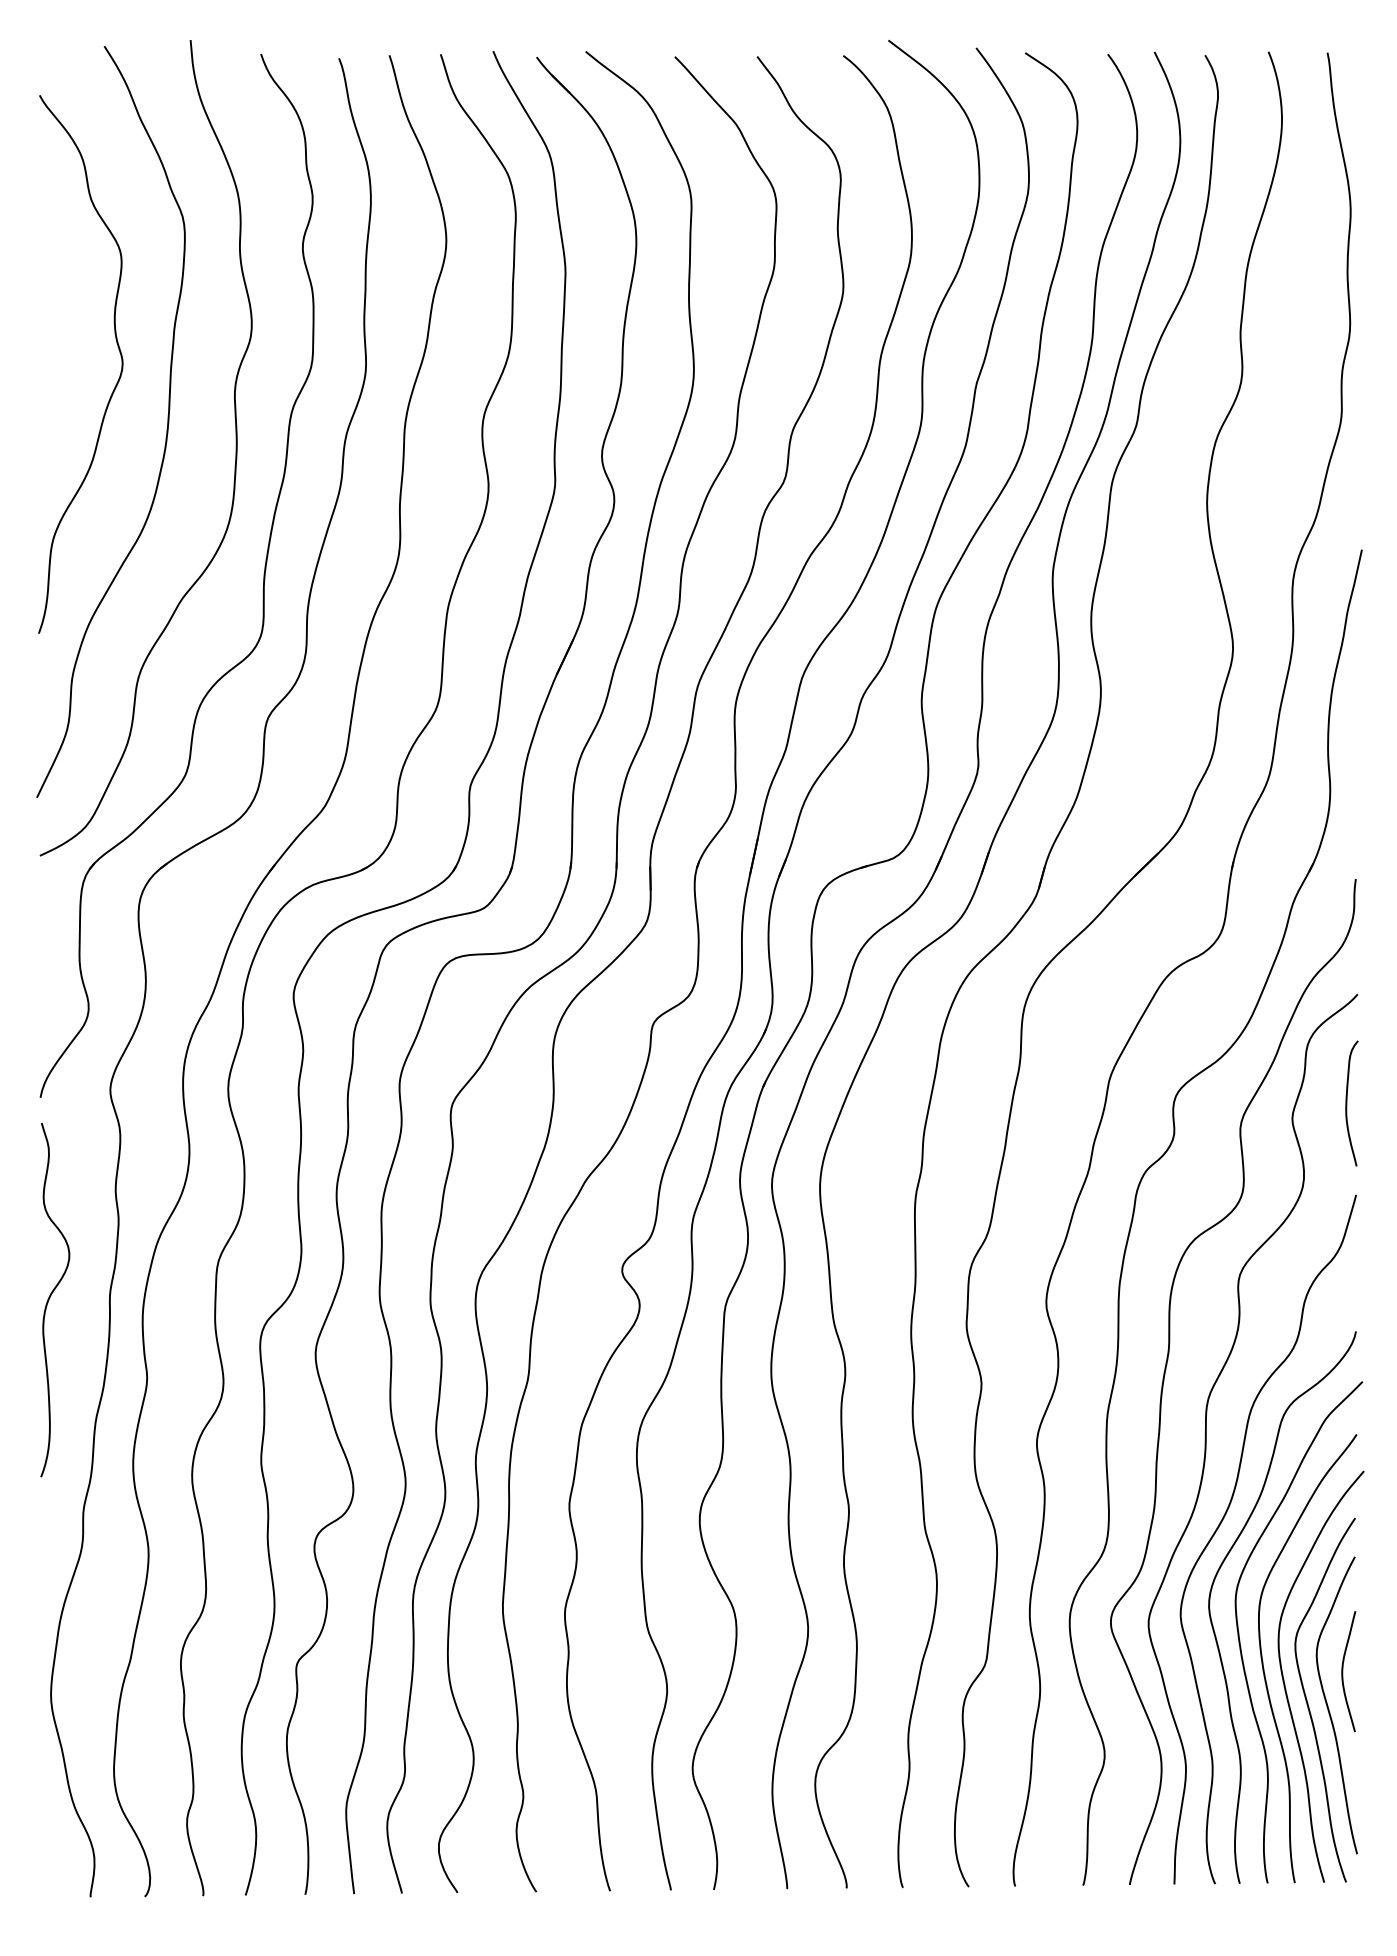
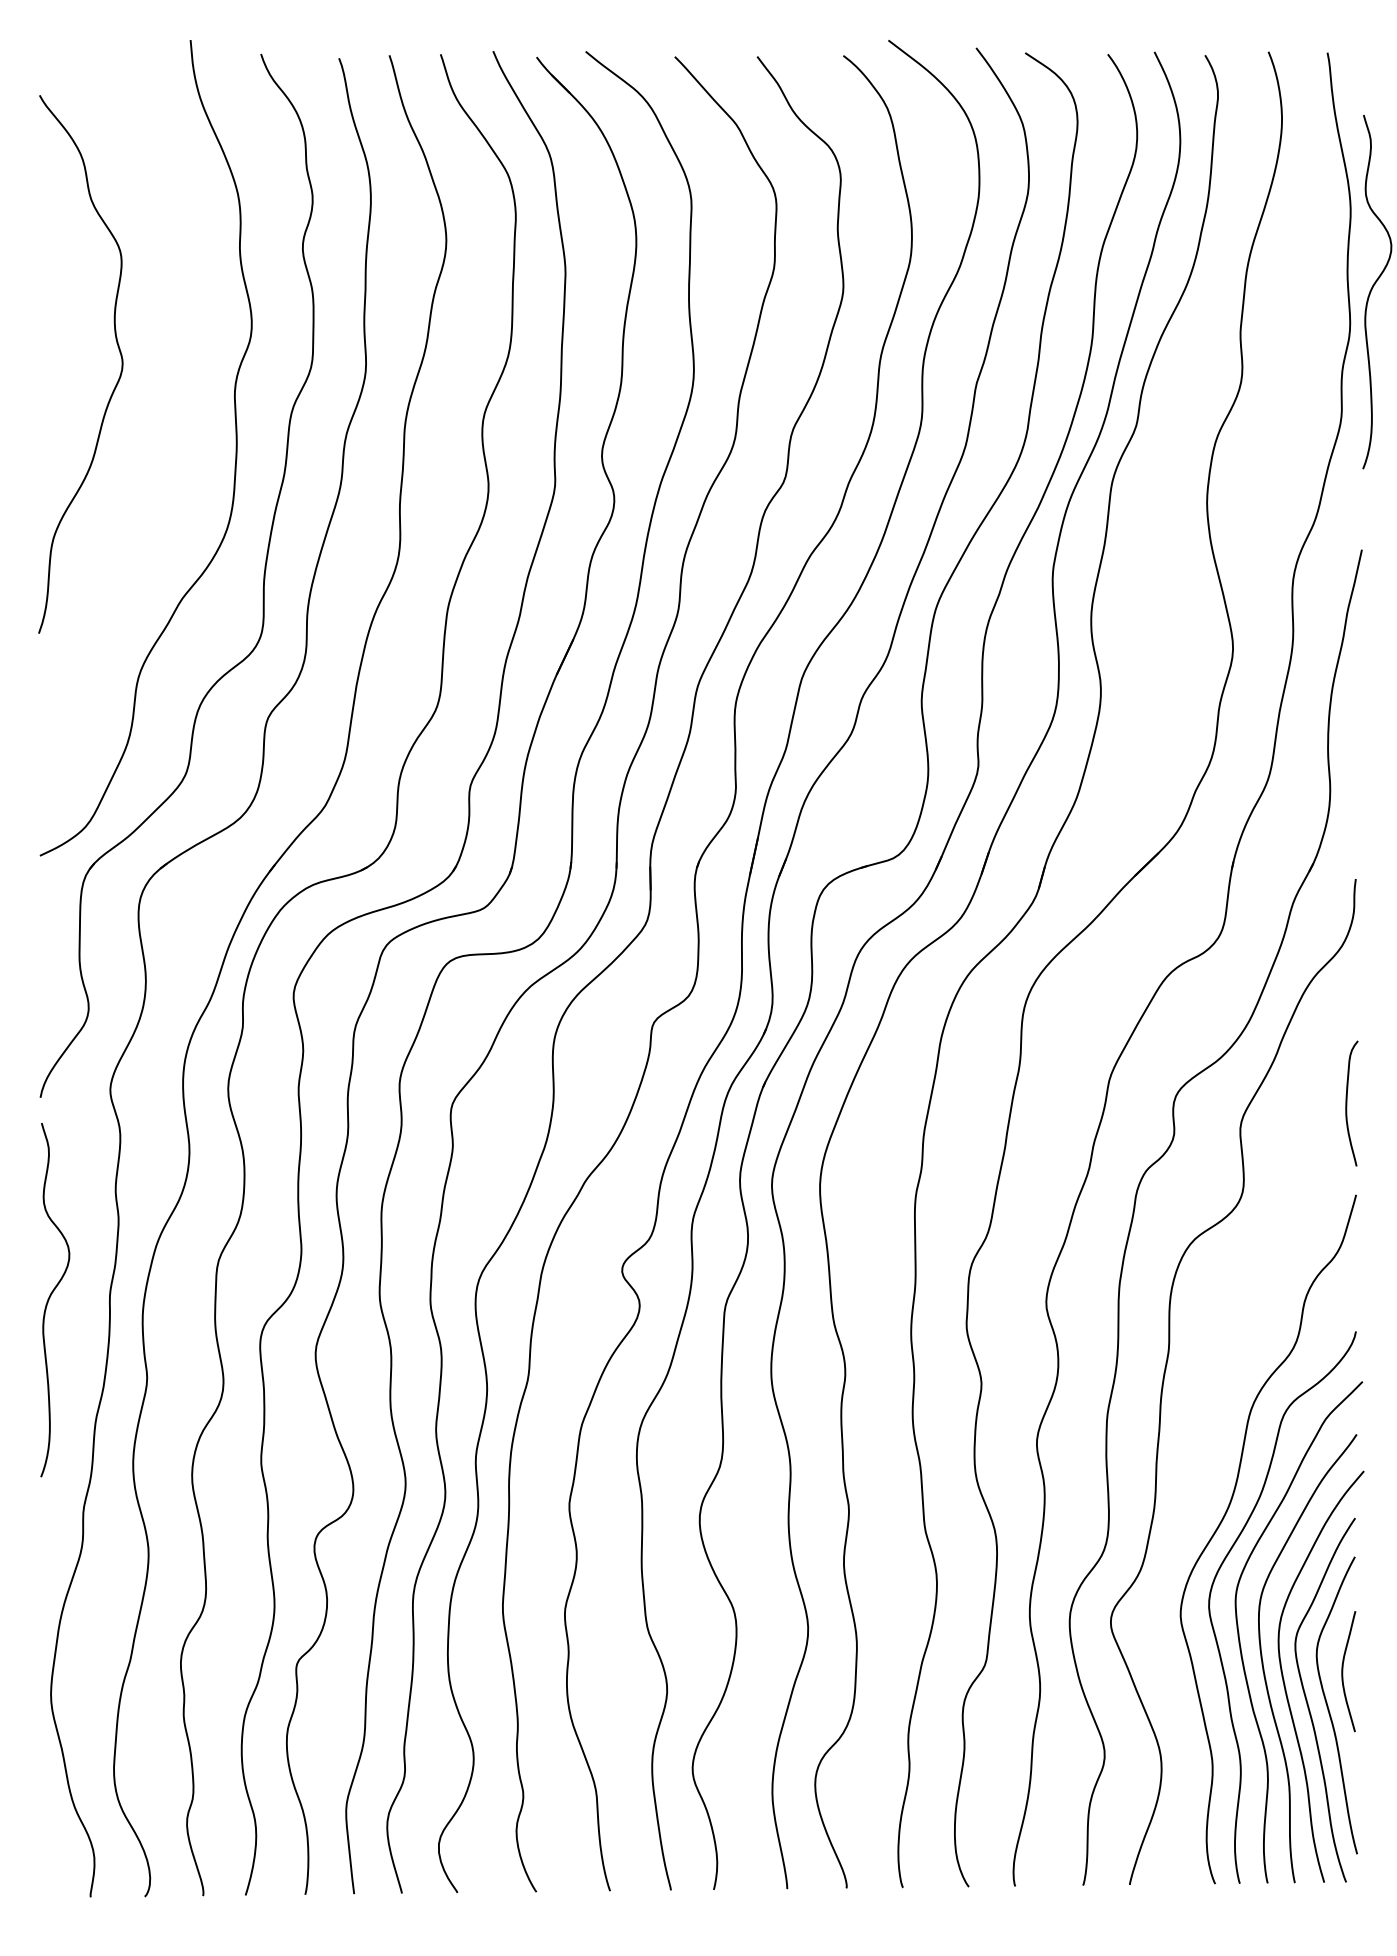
curve at (1372, 290): none -> present
curve at (166, 428): present -> none
curve at (1206, 1439): present -> none
